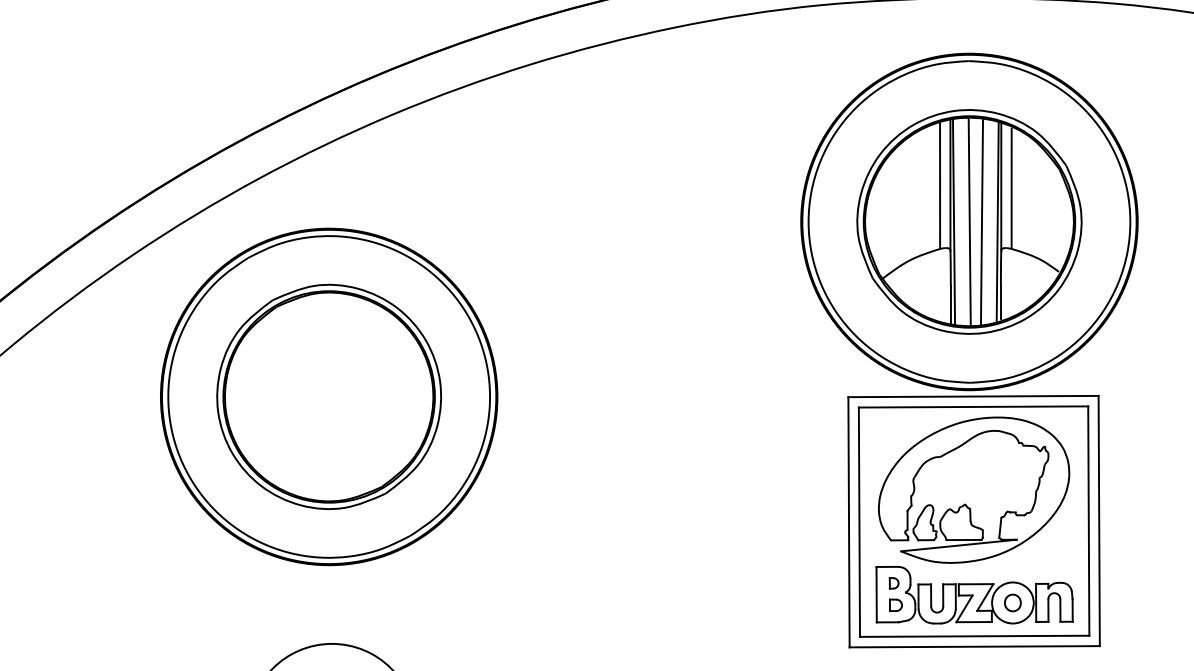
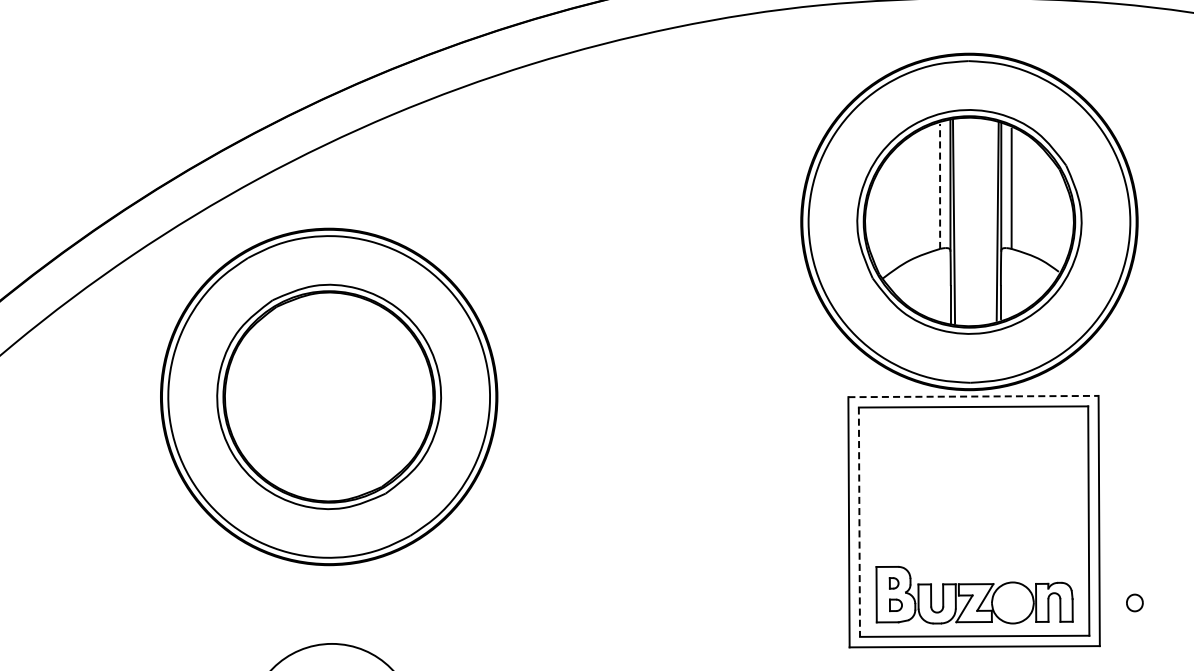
line at (940, 185): solid -> dashed
line at (969, 221): present -> none
line at (981, 222): present -> none
line at (973, 396): solid -> dashed
part at (965, 503): present -> none
line at (859, 522): solid -> dashed
part at (1012, 602) position: (1012, 602) -> (1134, 602)
